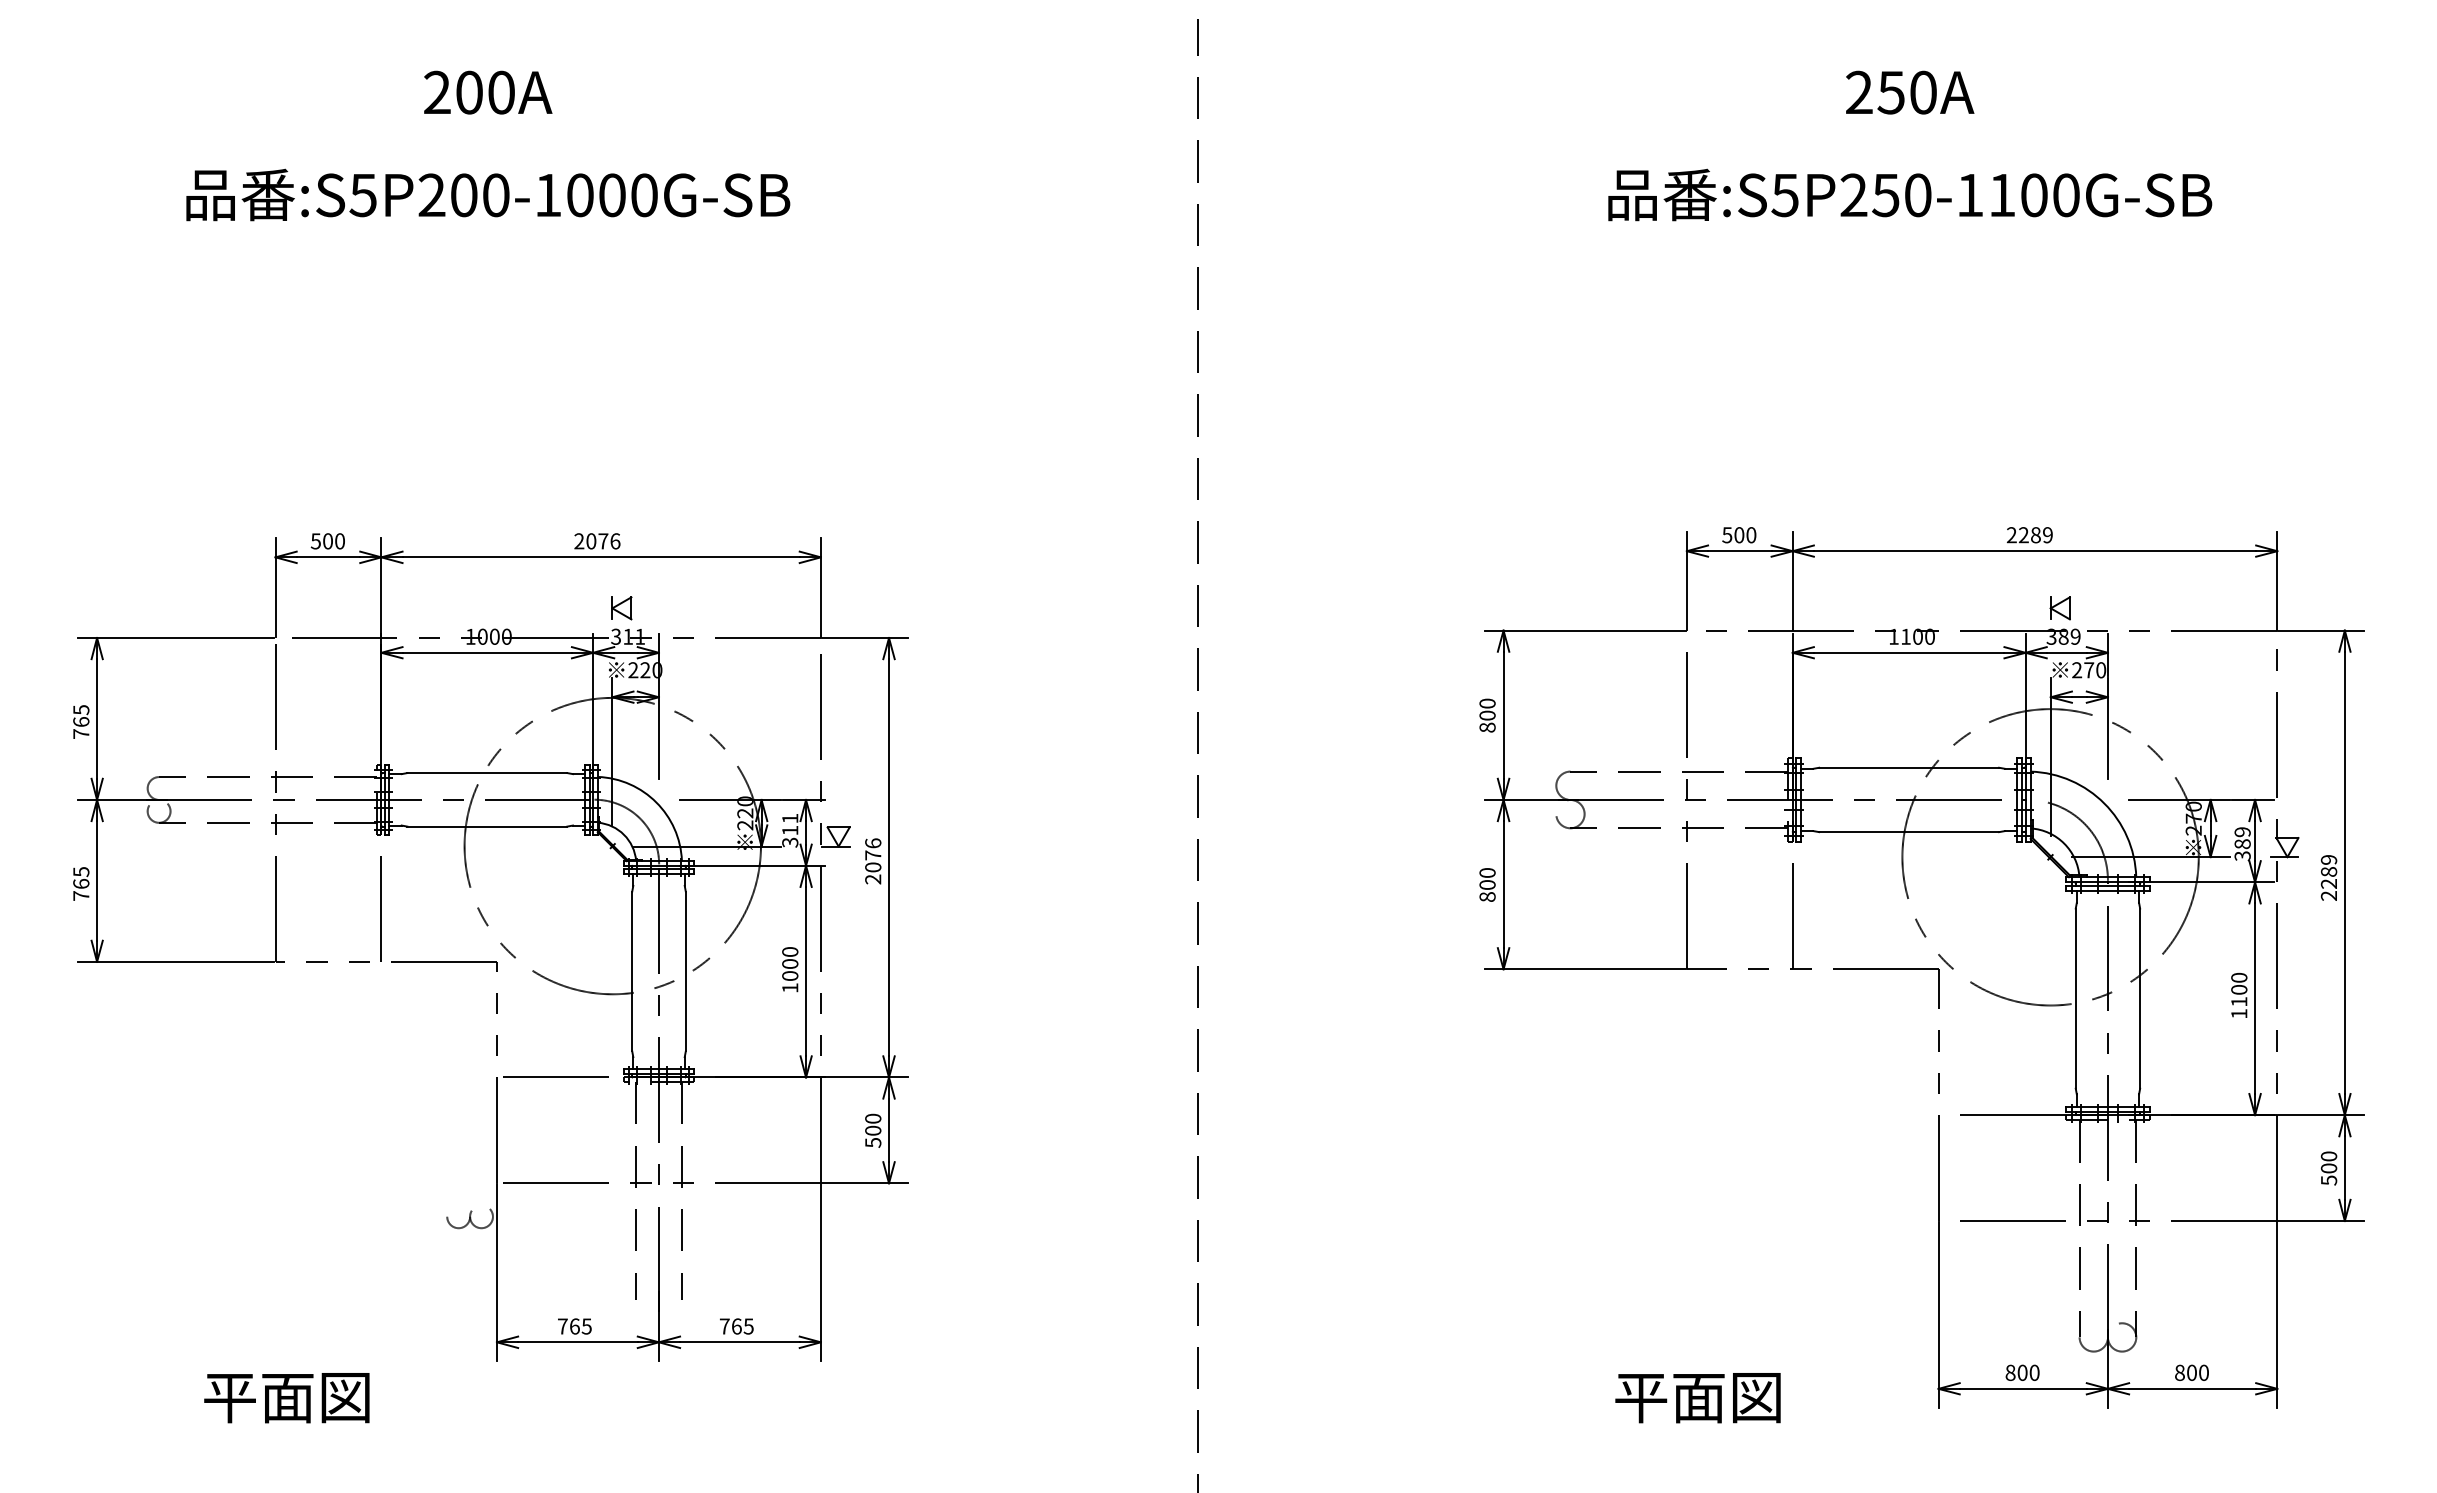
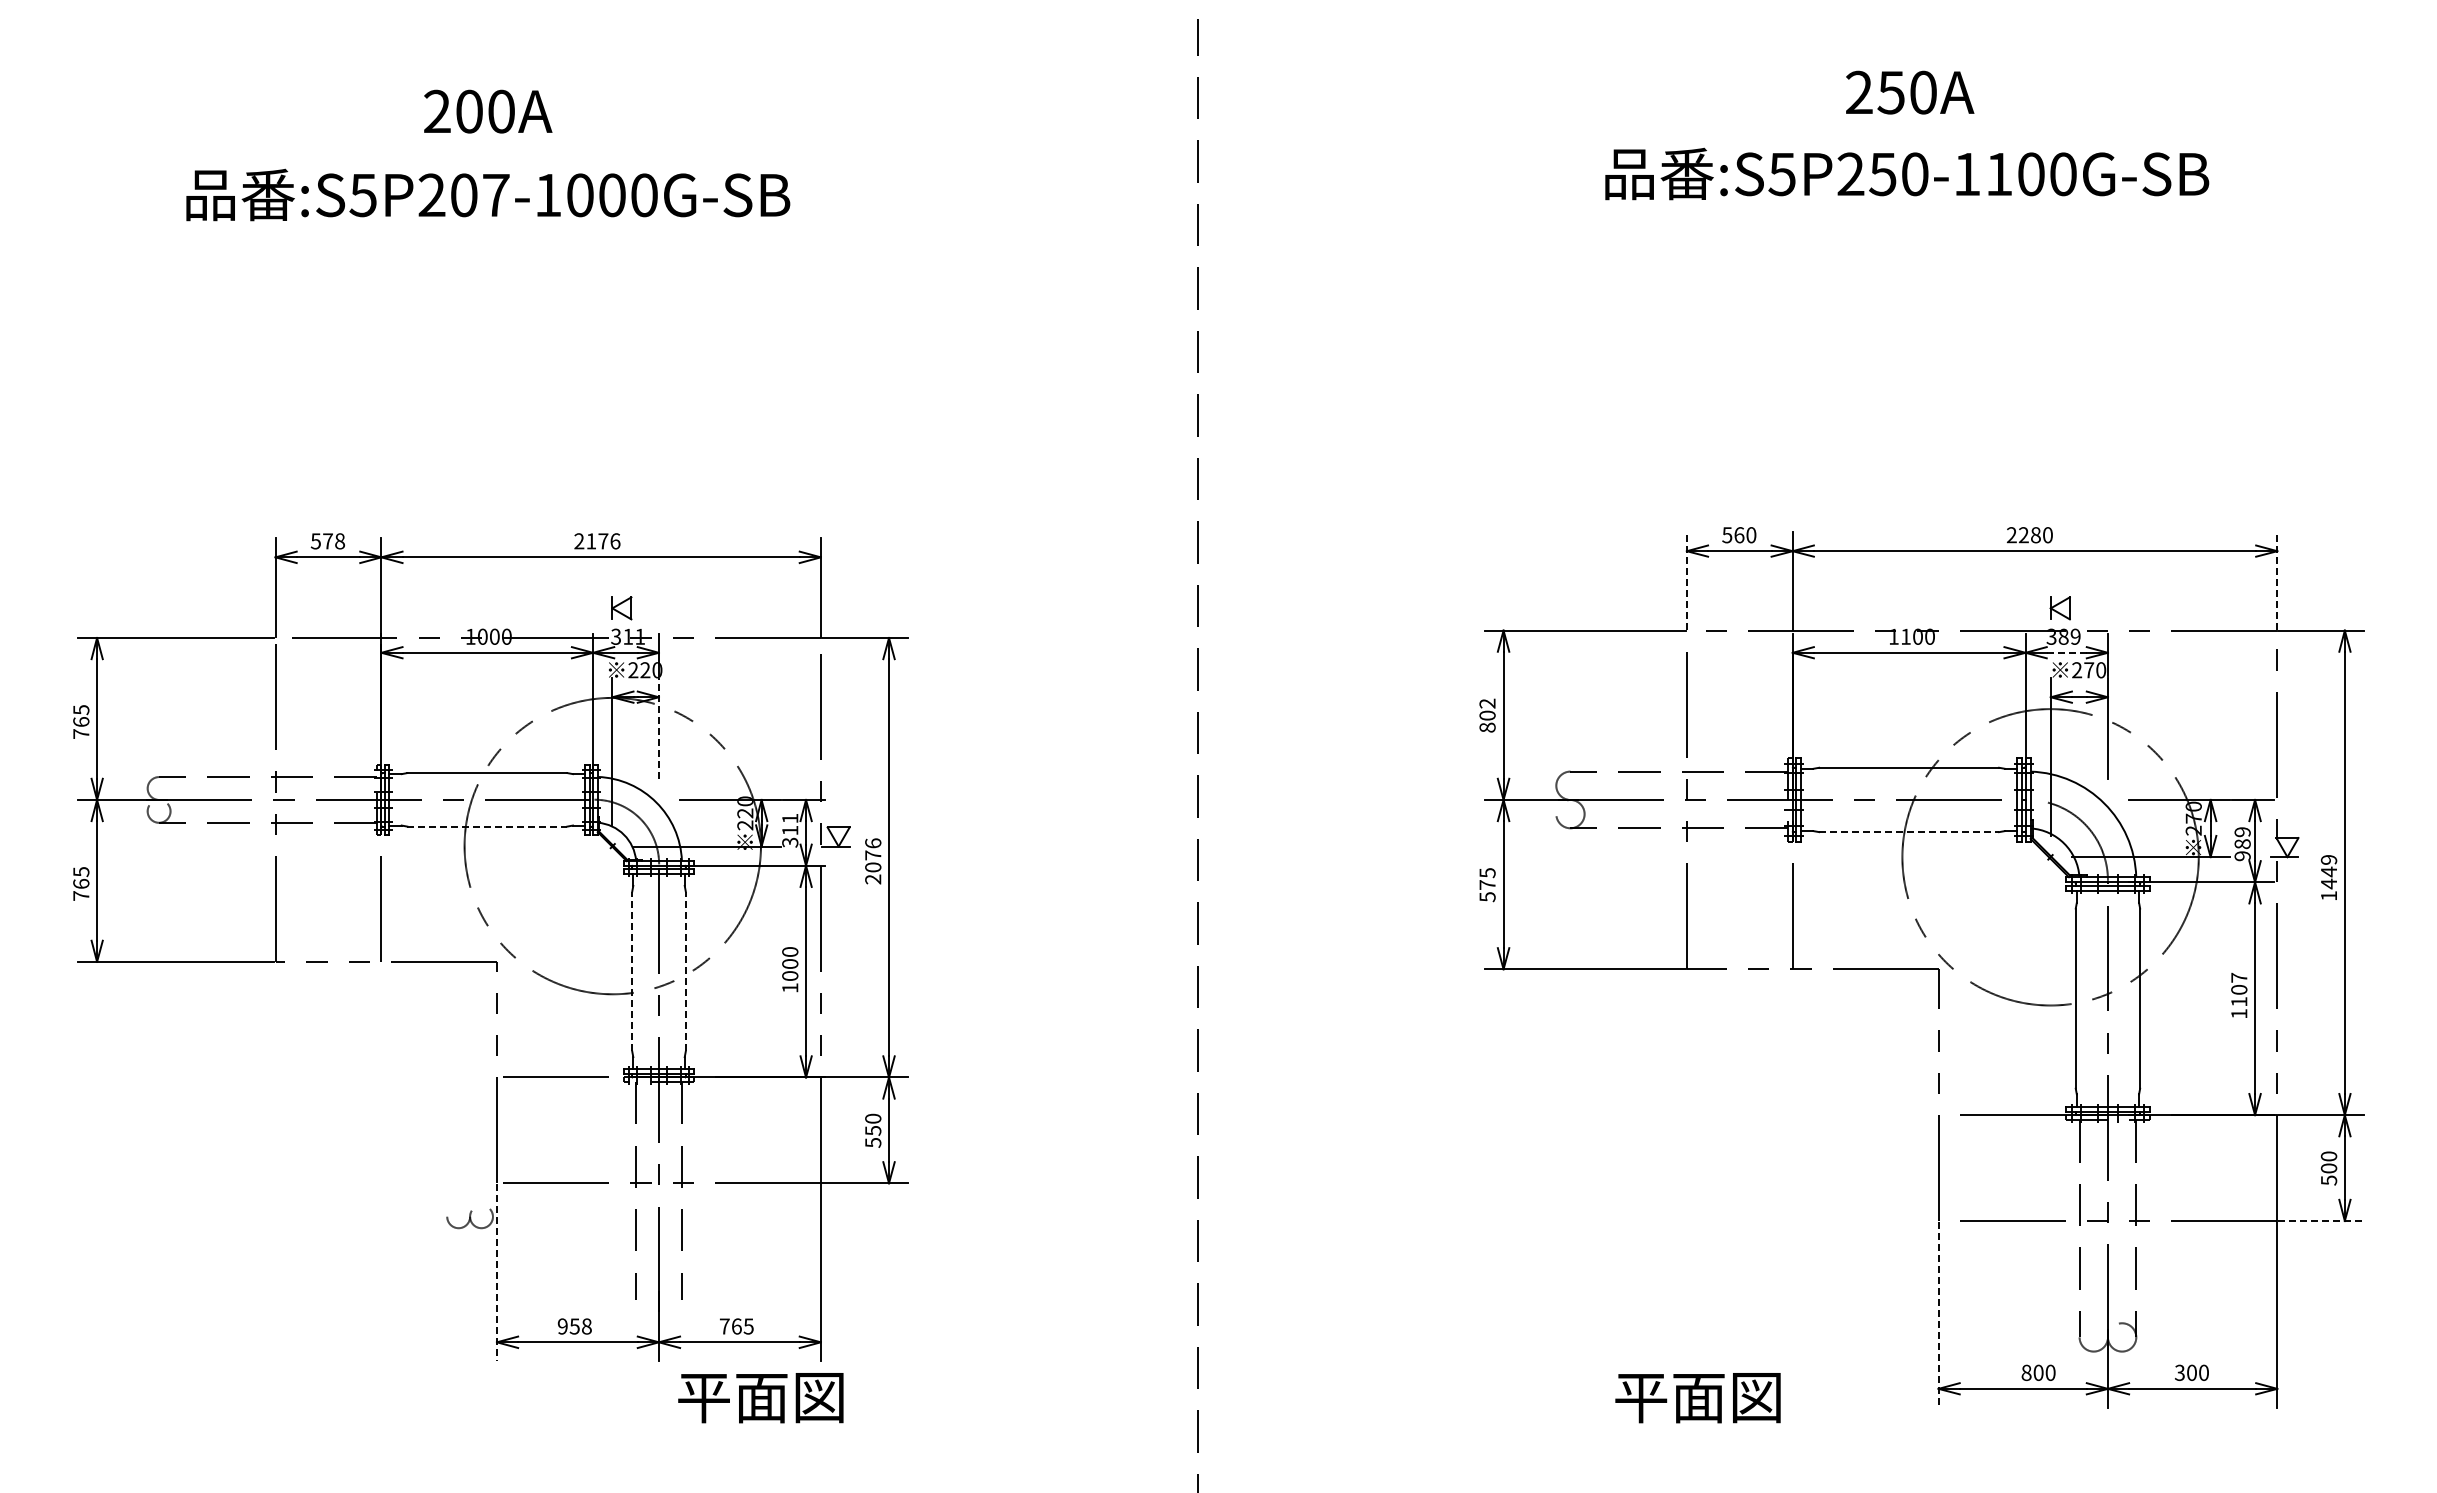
text at (488, 92) position: (488, 92) -> (488, 111)
text at (1910, 194) position: (1910, 194) -> (1907, 173)
text at (496, 195): :S5P200-1000G-SB -> :S5P207-1000G-SB
text at (1739, 535): 500 -> 560
text at (2047, 535): 2289 -> 2280
text at (334, 541): 500 -> 578
text at (591, 541): 2076 -> 2176
line at (1686, 580): solid -> dashed
line at (2277, 580): solid -> dashed
line at (2066, 652): solid -> dashed
text at (1487, 703): 800 -> 802
line at (658, 728): solid -> dashed
line at (487, 826): solid -> dashed
line at (1909, 832): solid -> dashed
text at (2242, 856): 389 -> 989
text at (2328, 883): 2289 -> 1449
text at (1487, 885): 800 -> 575
line at (632, 971): solid -> dashed
line at (685, 971): solid -> dashed
text at (2239, 977): 1100 -> 1107
text at (873, 1130): 500 -> 550
line at (2321, 1221): solid -> dashed
line at (496, 1273): solid -> dashed
line at (1938, 1315): solid -> dashed
text at (574, 1326): 765 -> 958
text at (2022, 1372) position: (2022, 1372) -> (2038, 1372)
text at (2179, 1372): 800 -> 300
text at (286, 1398) position: (286, 1398) -> (760, 1398)
